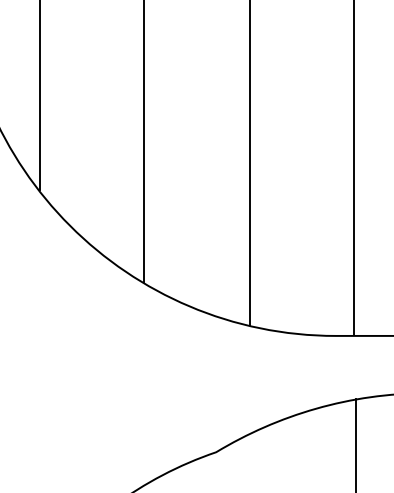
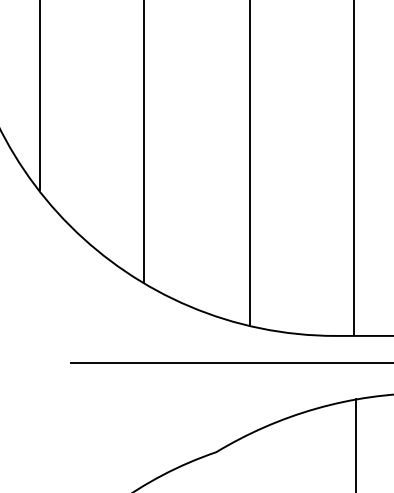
line at (230, 362): none -> present
